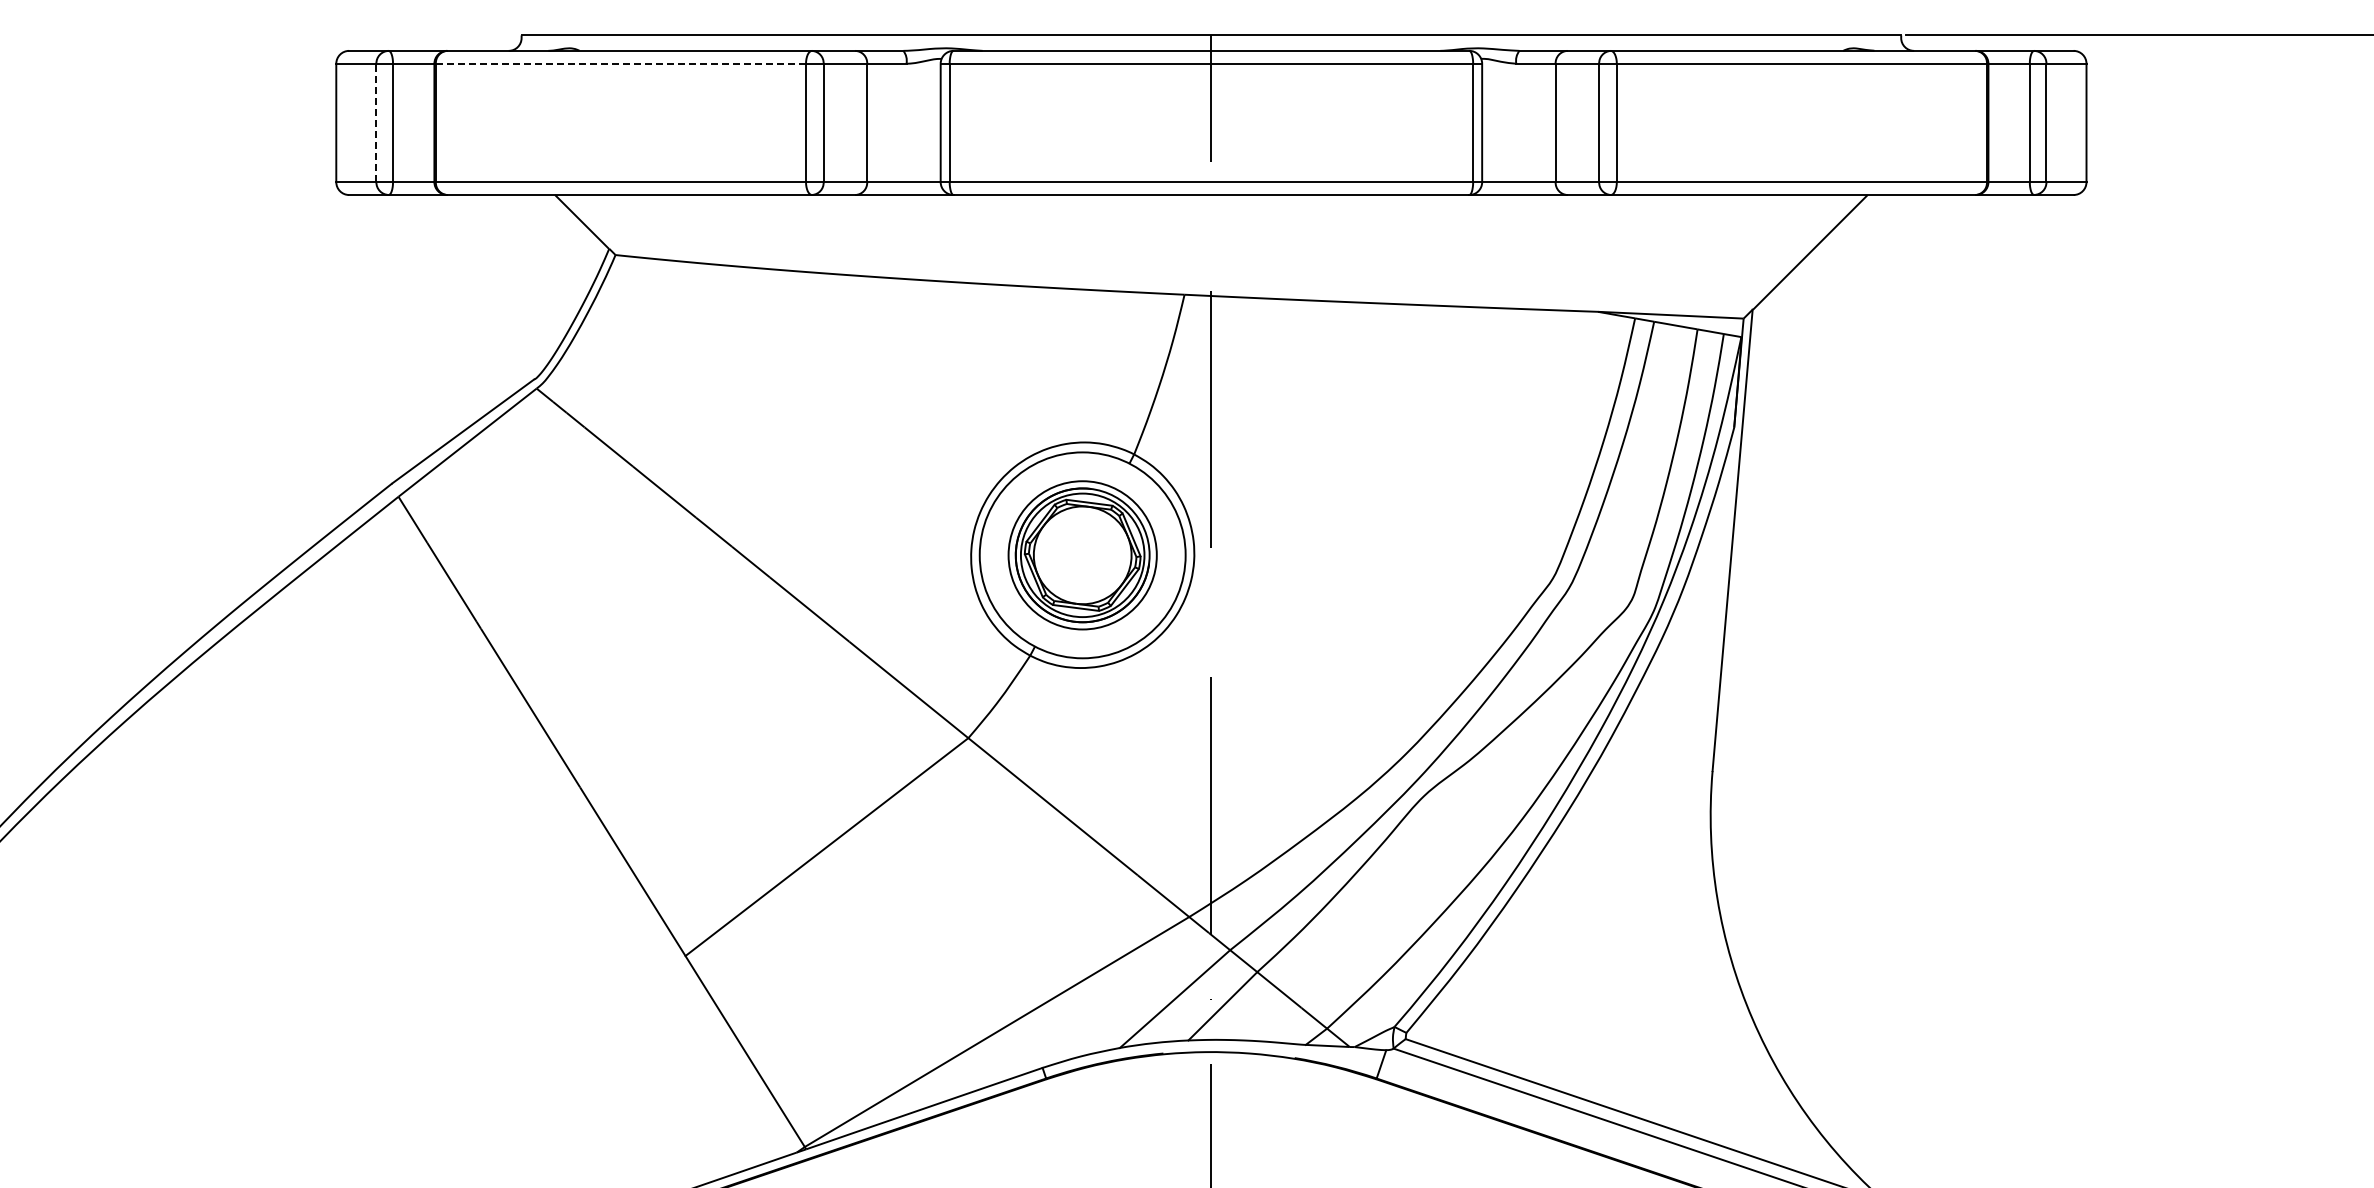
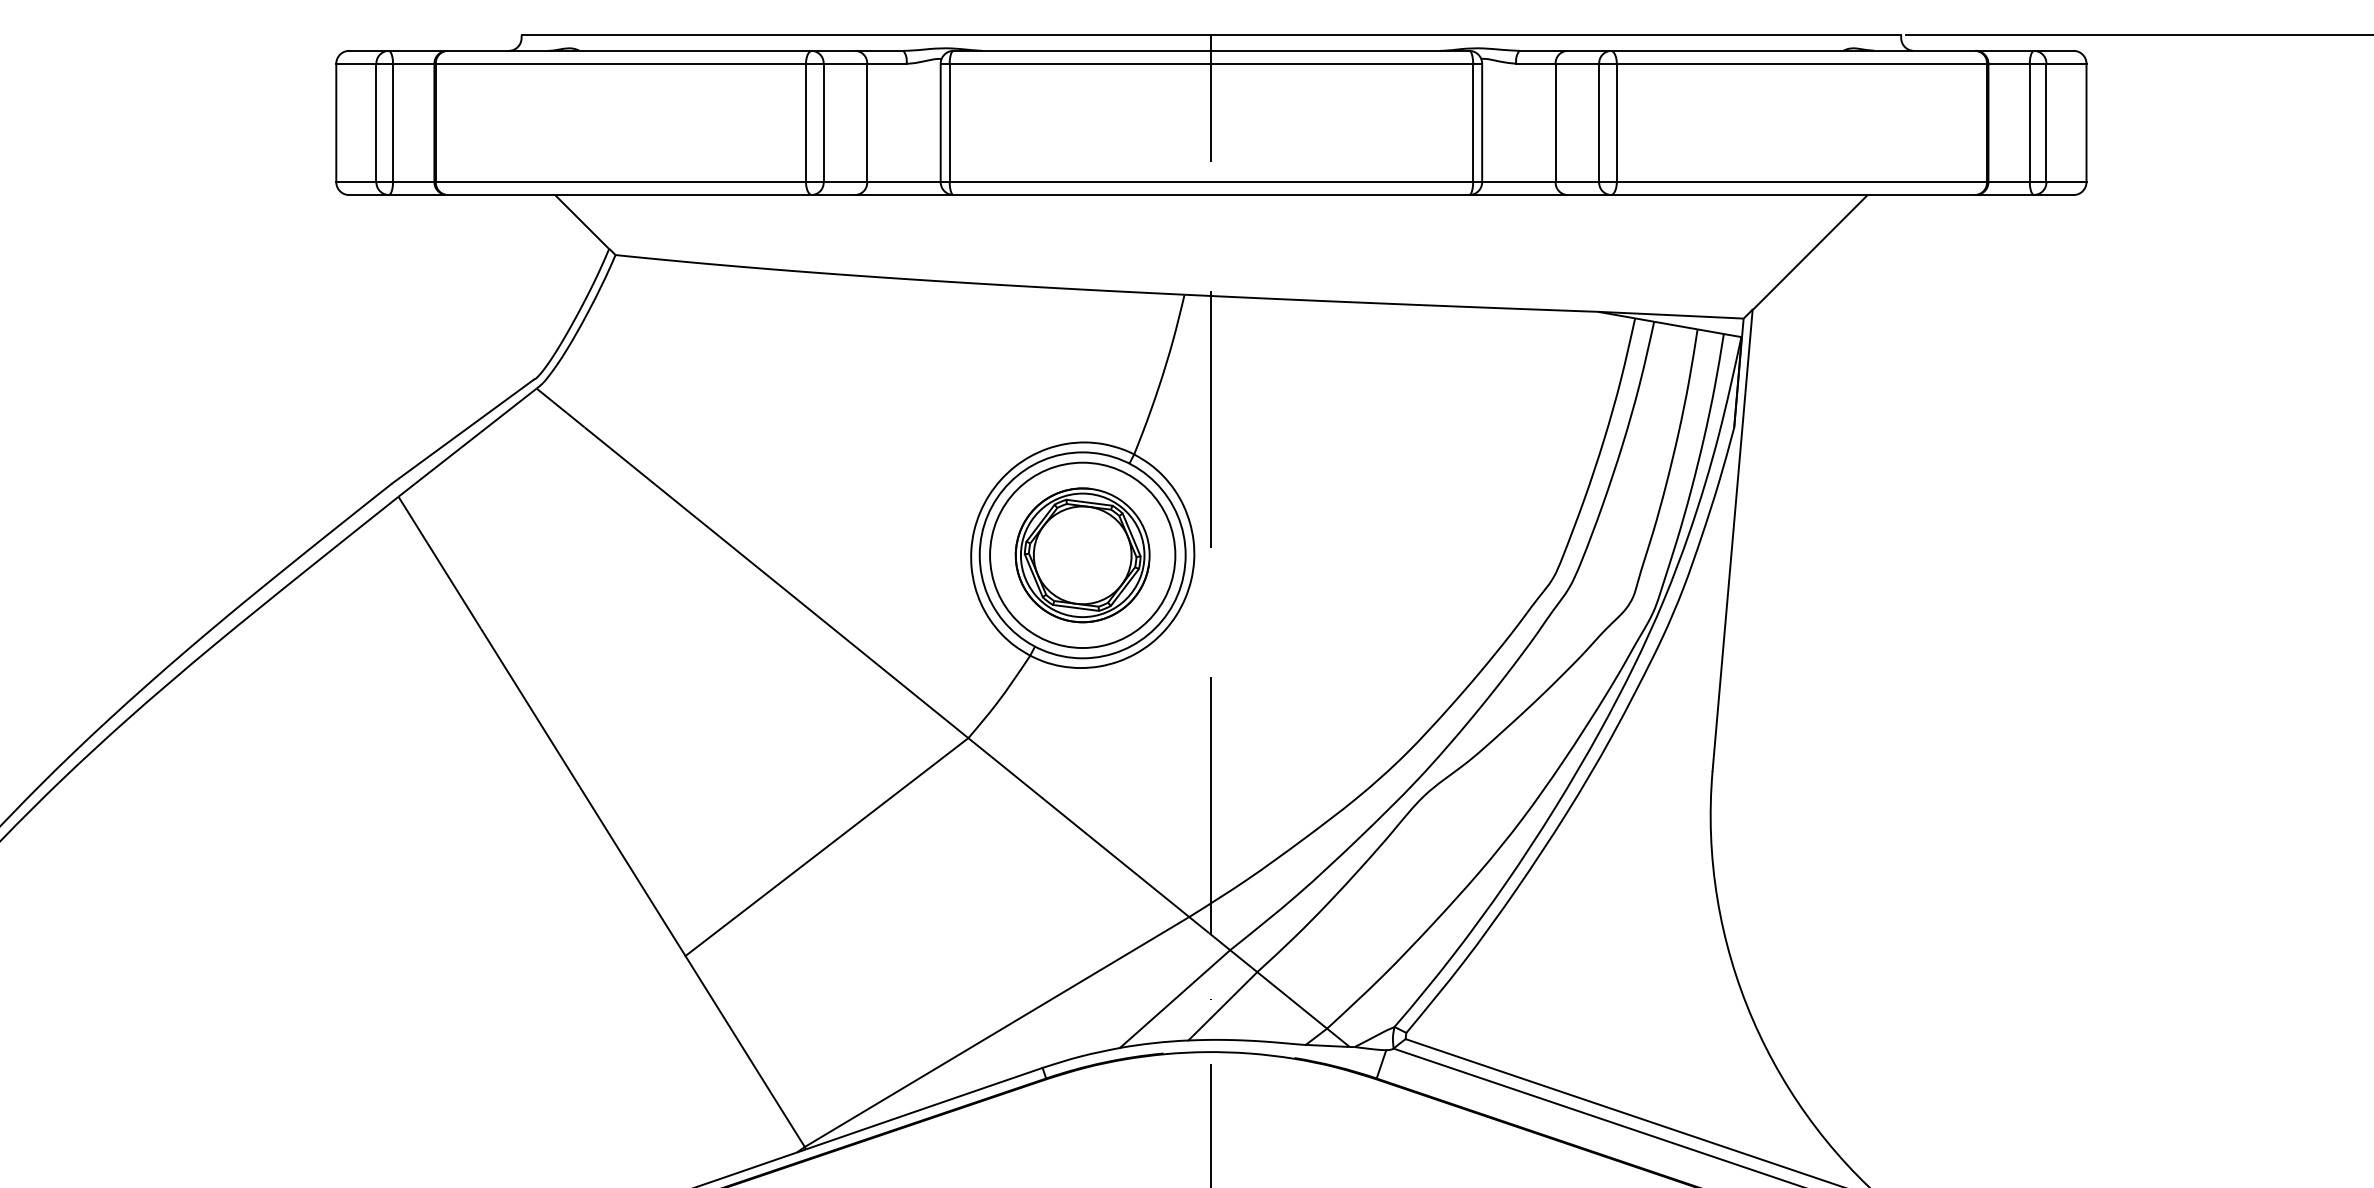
line at (620, 63): dashed -> solid
line at (376, 122): dashed -> solid
circle at (1082, 555) diameter: 148 px -> 185 px
